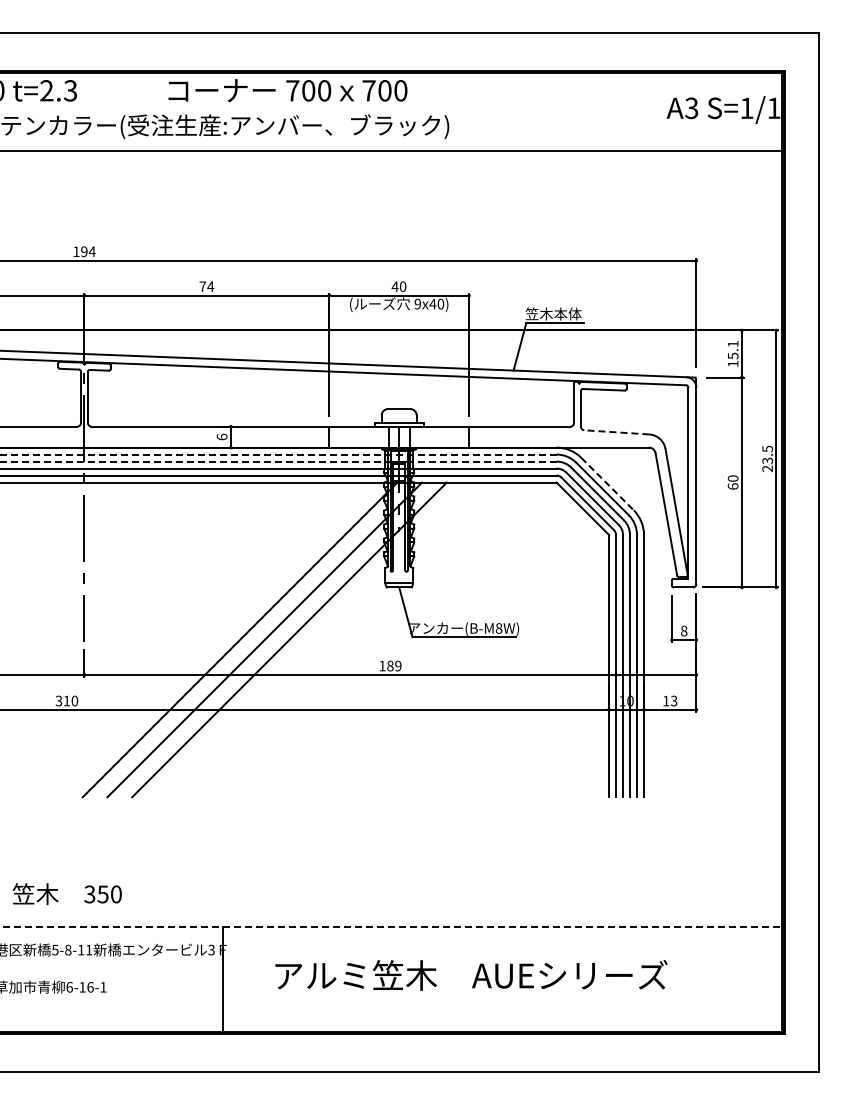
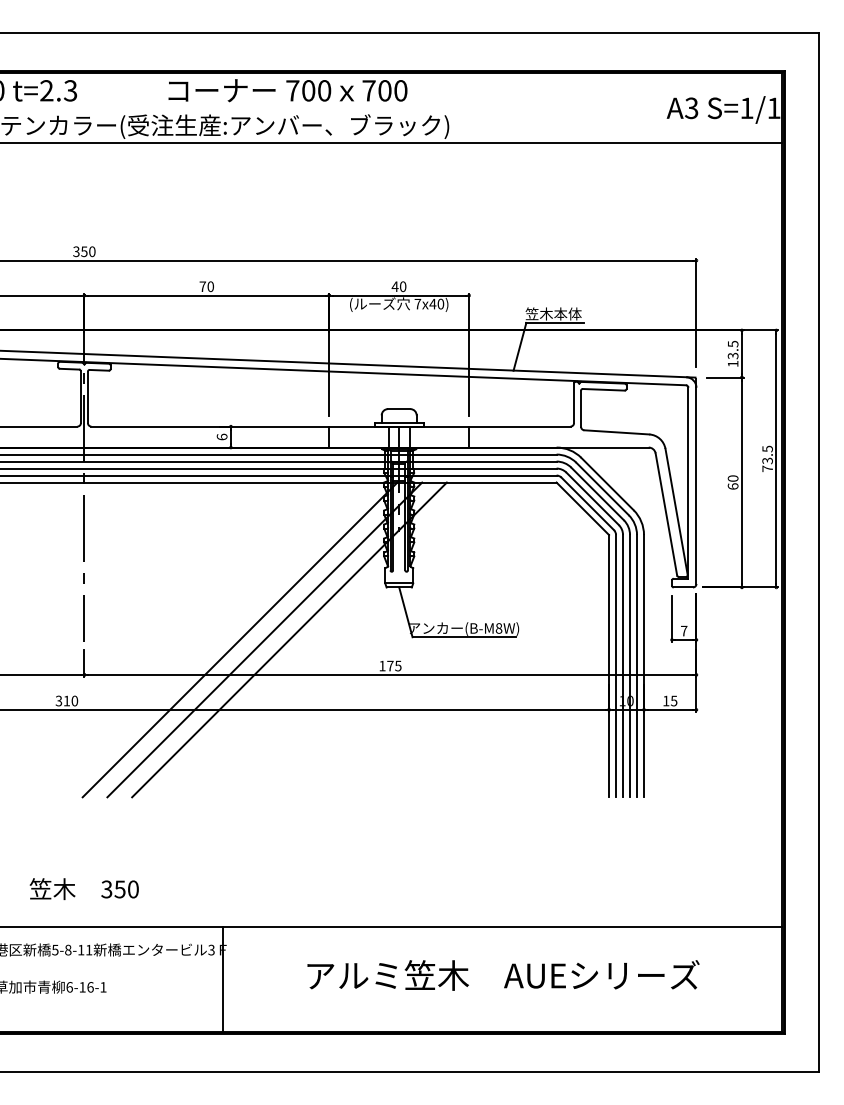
line at (392, 151) position: (392, 151) -> (392, 143)
text at (84, 251): 194 -> 350
text at (210, 286): 74 -> 70
text at (417, 303): 9x40) -> 7x40)
text at (732, 349): 15.1 -> 13.5
line at (616, 432): dashed -> solid
line at (278, 454): dashed -> solid
line at (278, 461): dashed -> solid
text at (767, 468): 23.5 -> 73.5
line at (607, 484): dashed -> solid
text at (684, 630): 8 -> 7
text at (394, 665): 189 -> 175
text at (674, 700): 13 -> 15
text at (66, 894) position: (66, 894) -> (83, 889)
line at (391, 926): dashed -> solid
text at (471, 975) position: (471, 975) -> (503, 975)
